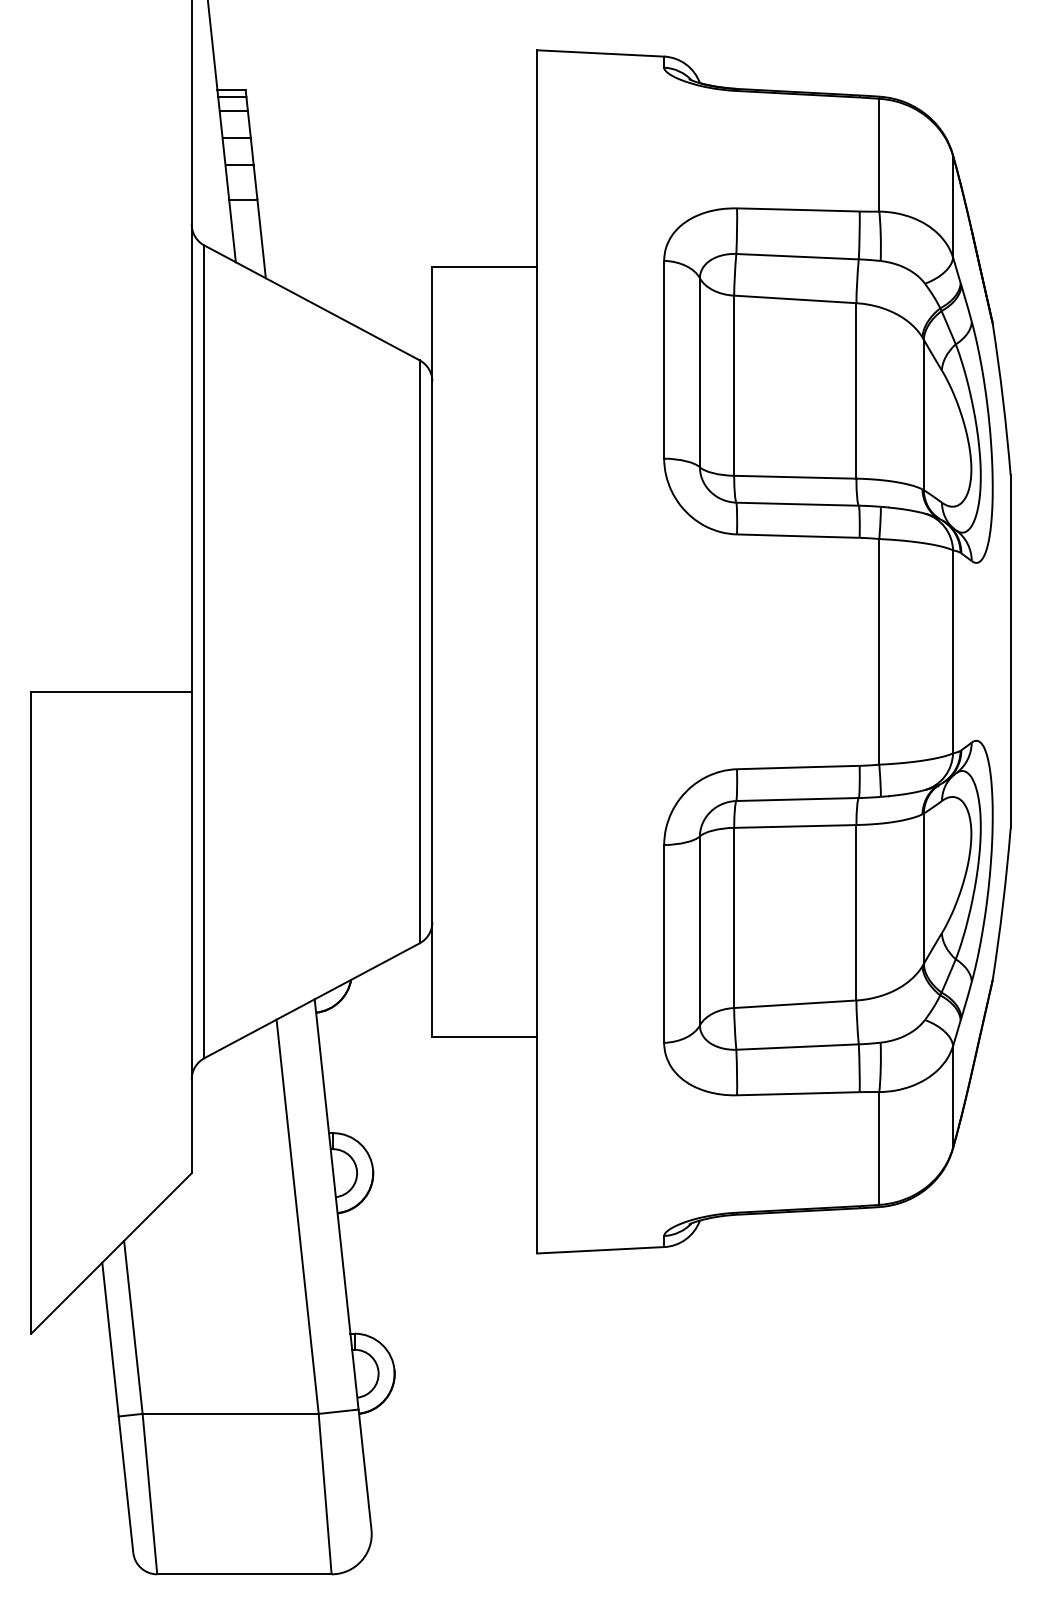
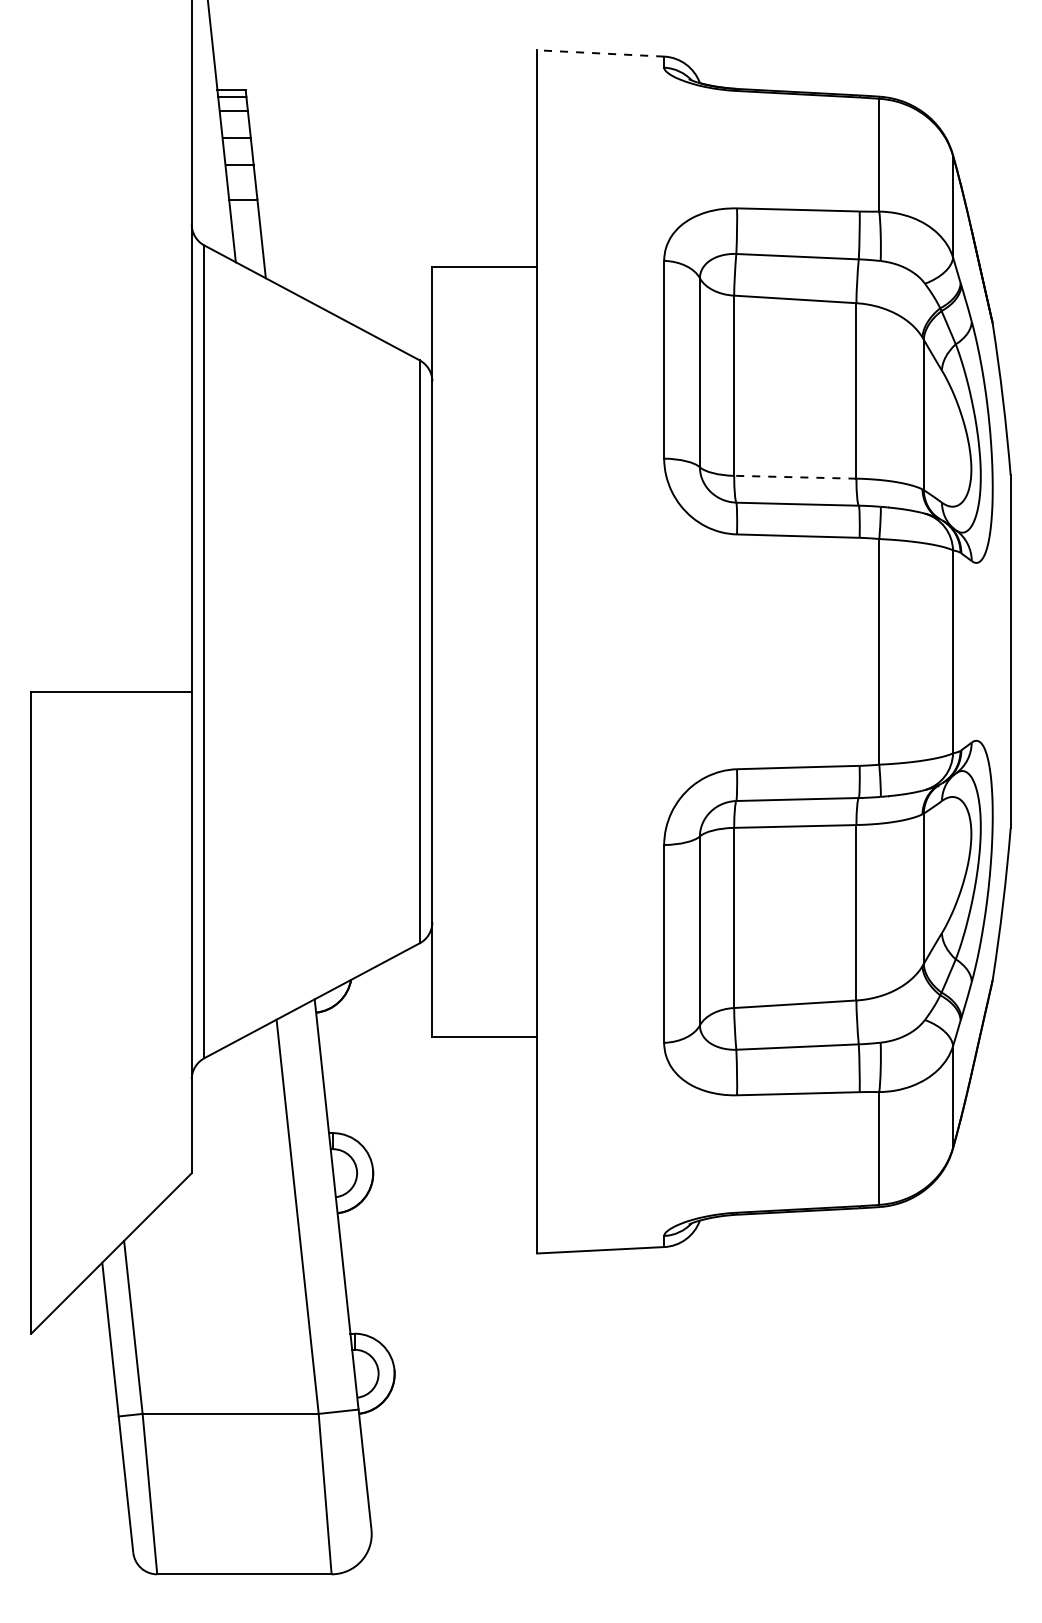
line at (600, 53): solid -> dashed
line at (794, 477): solid -> dashed
